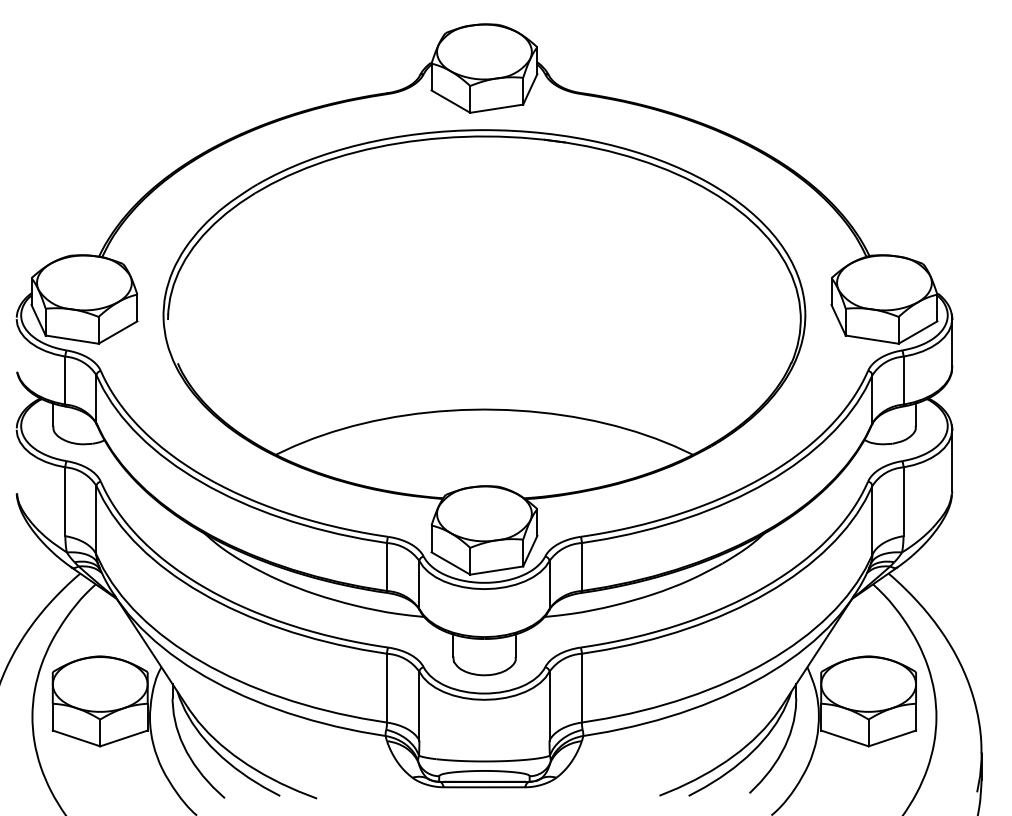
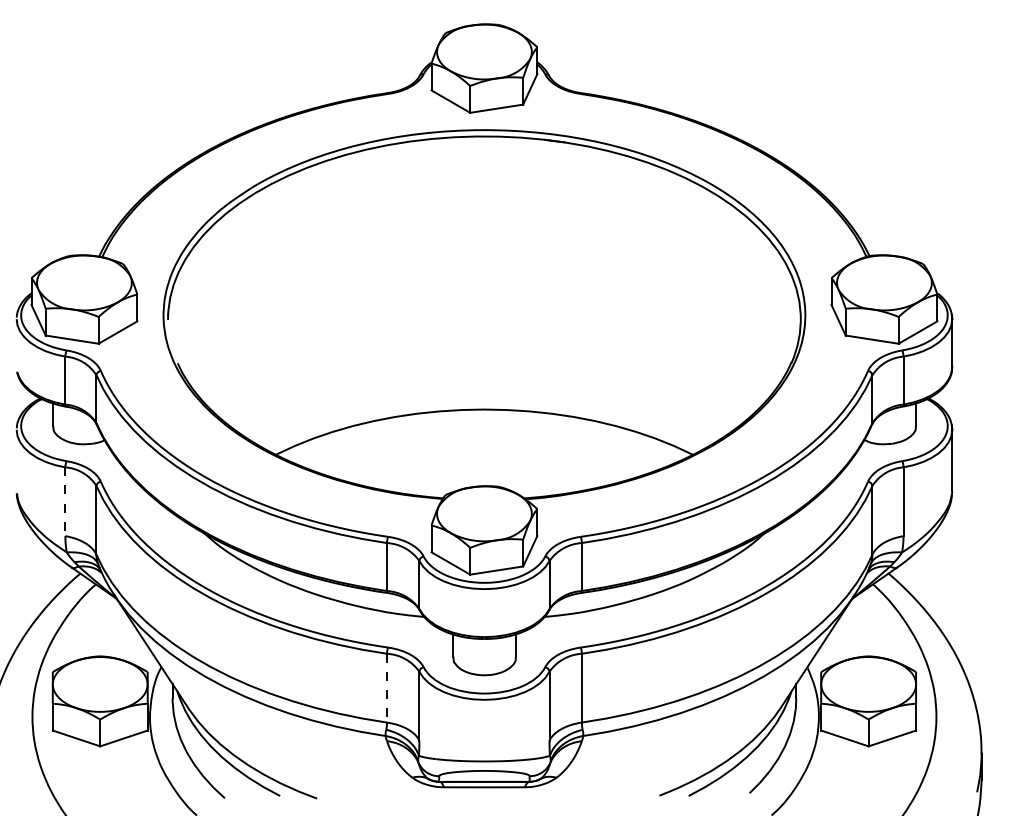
line at (65, 502): solid -> dashed
line at (387, 688): solid -> dashed
